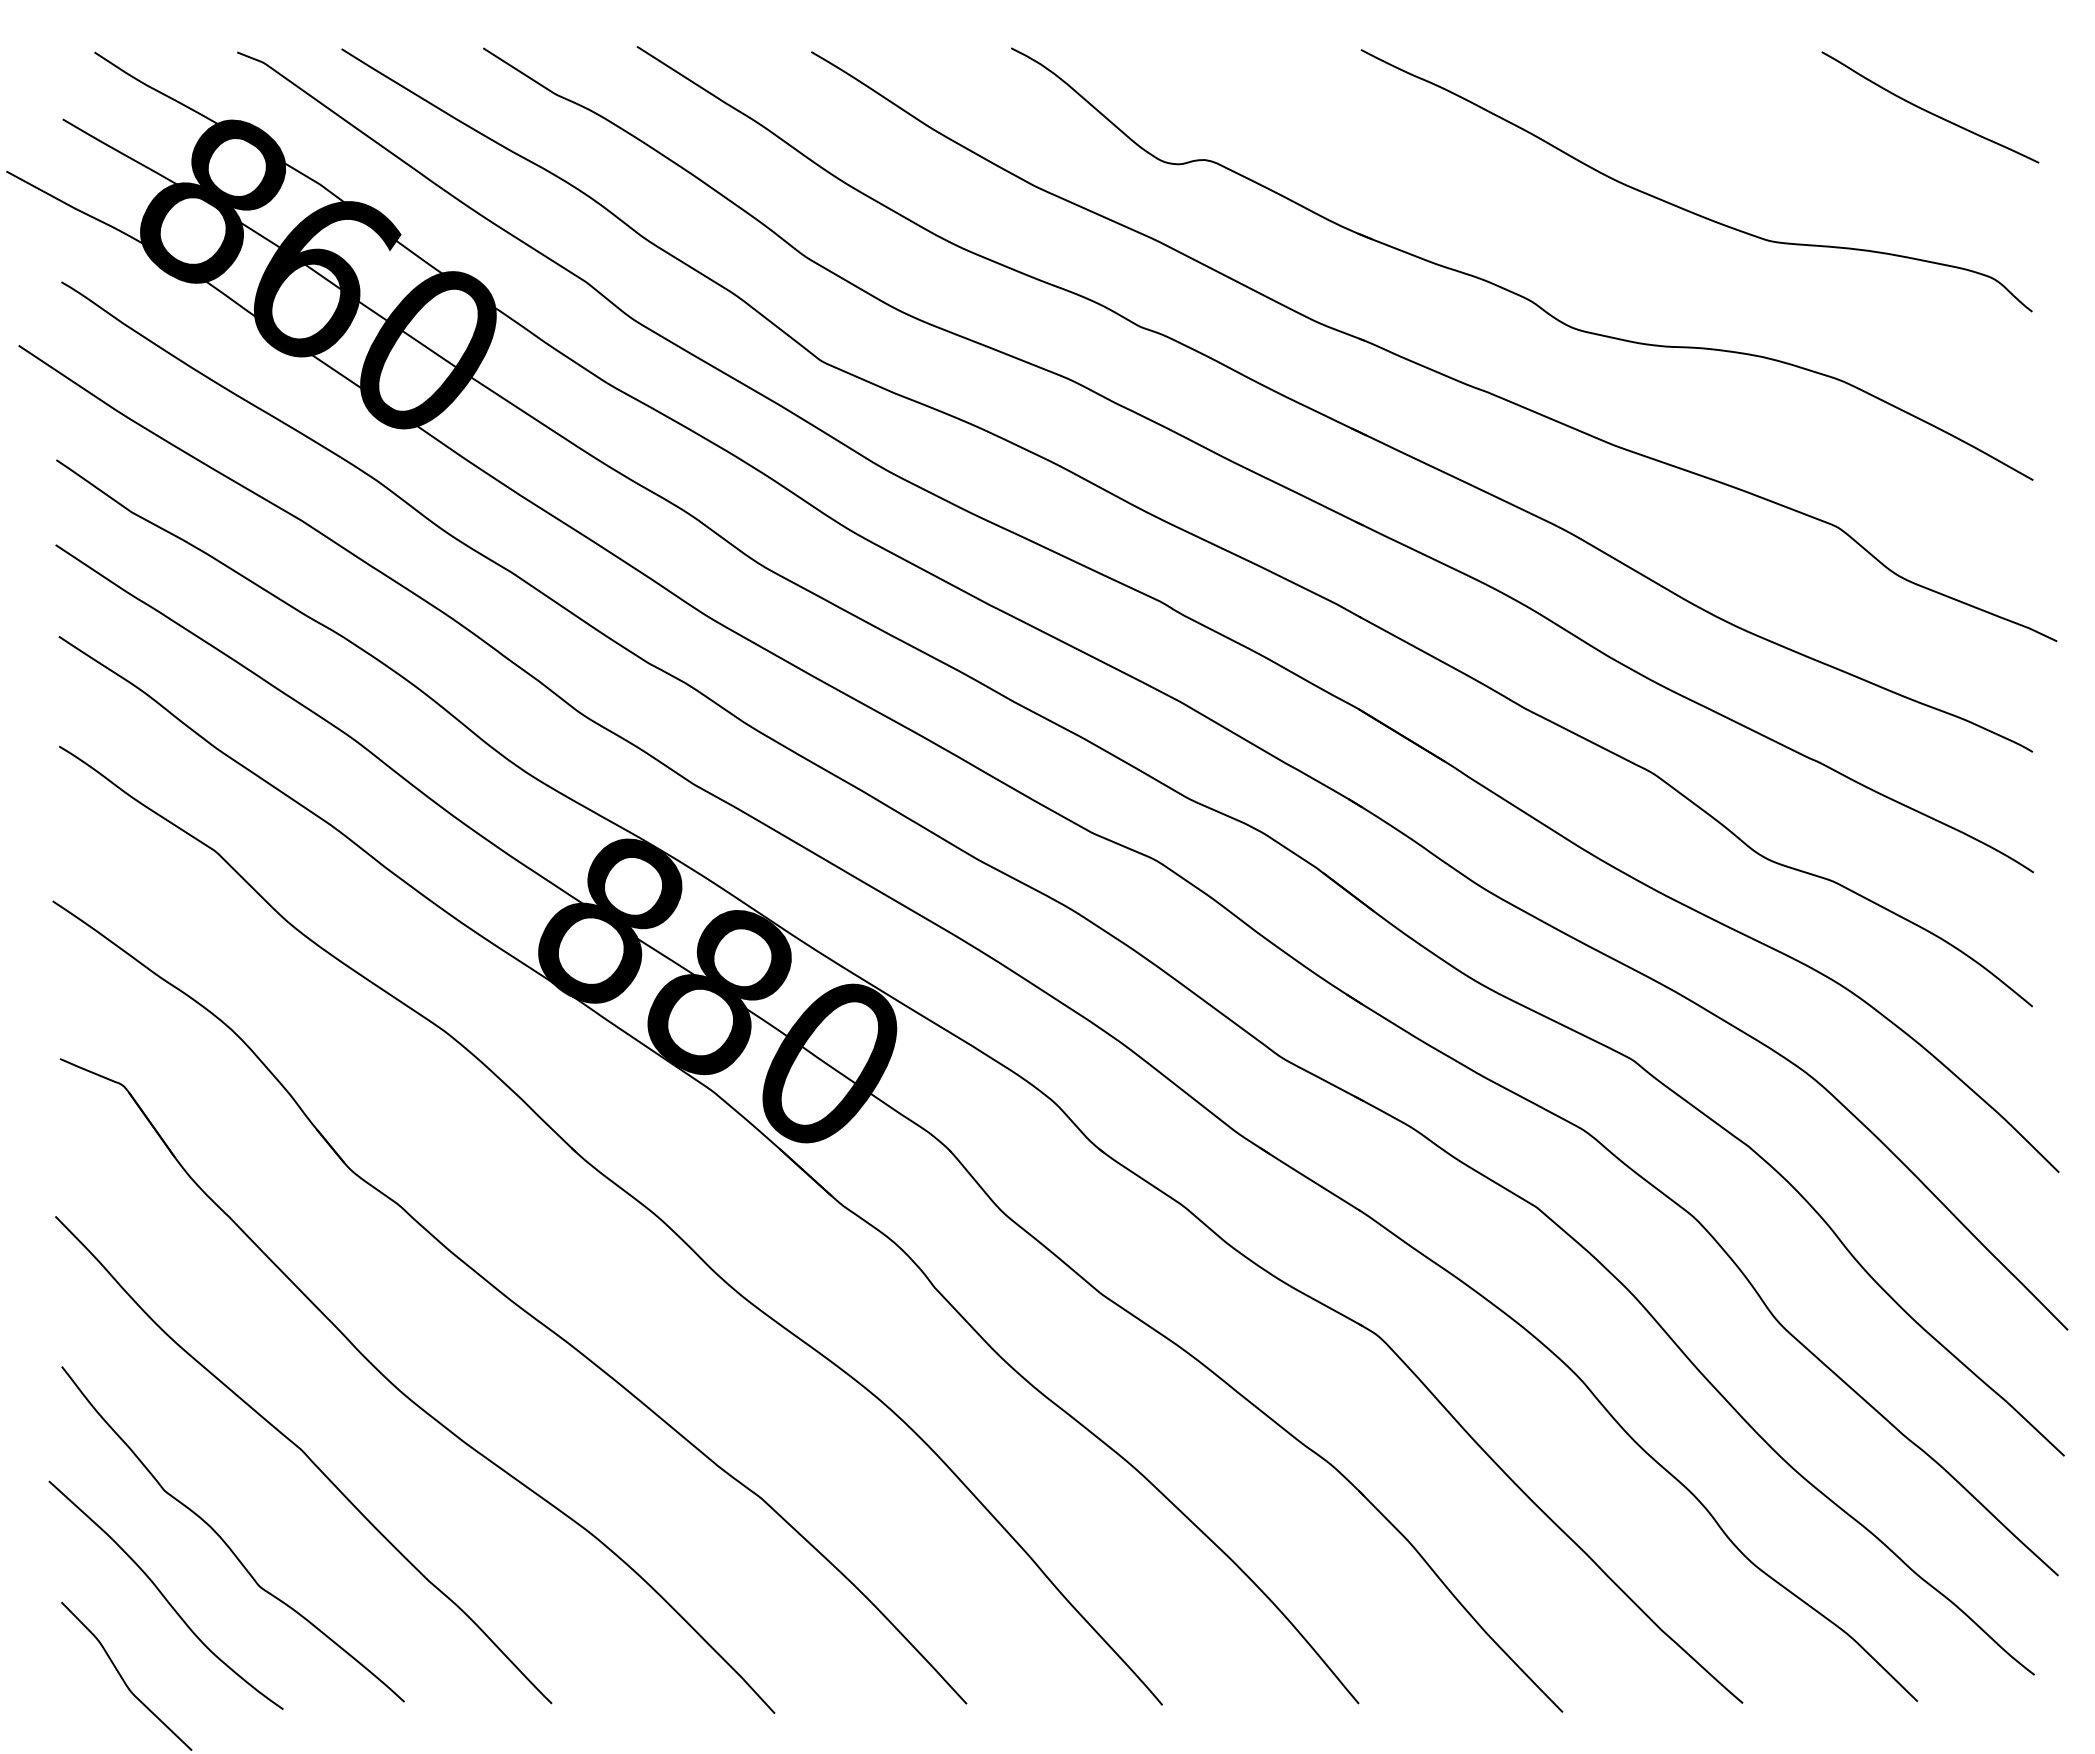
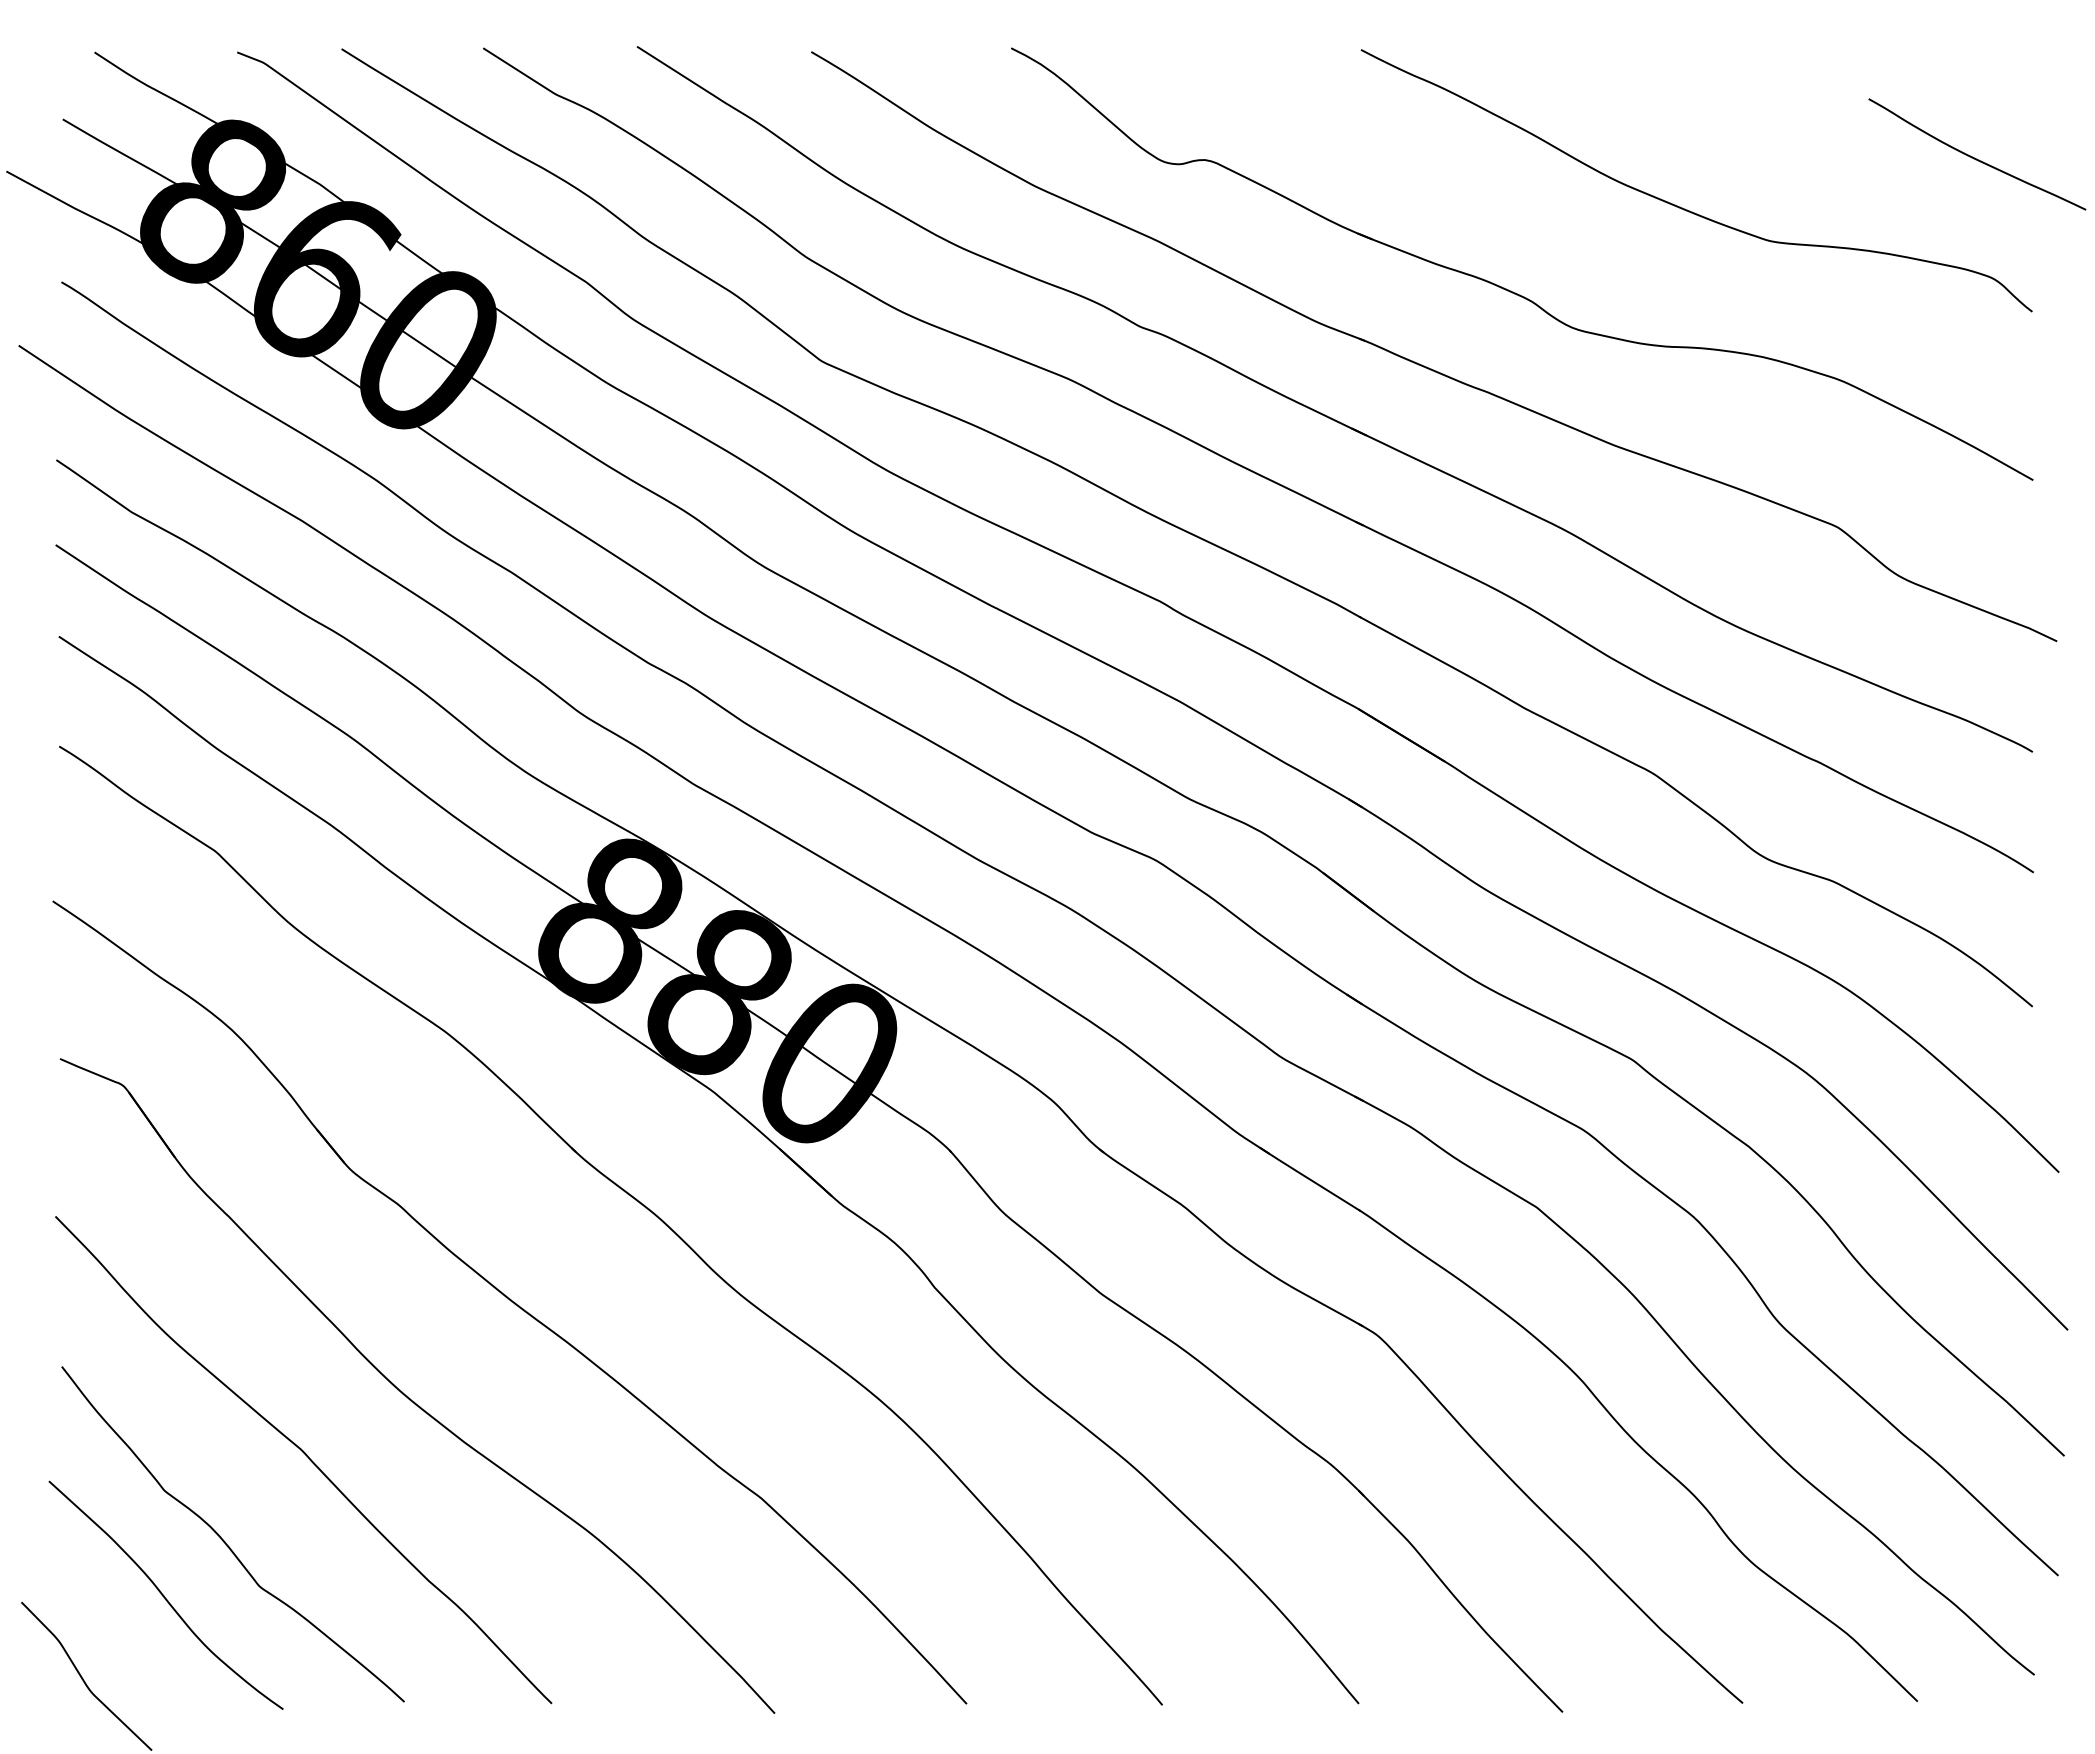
curve at (1929, 111) position: (1929, 111) -> (1976, 158)
curve at (122, 1676) position: (122, 1676) -> (82, 1676)
